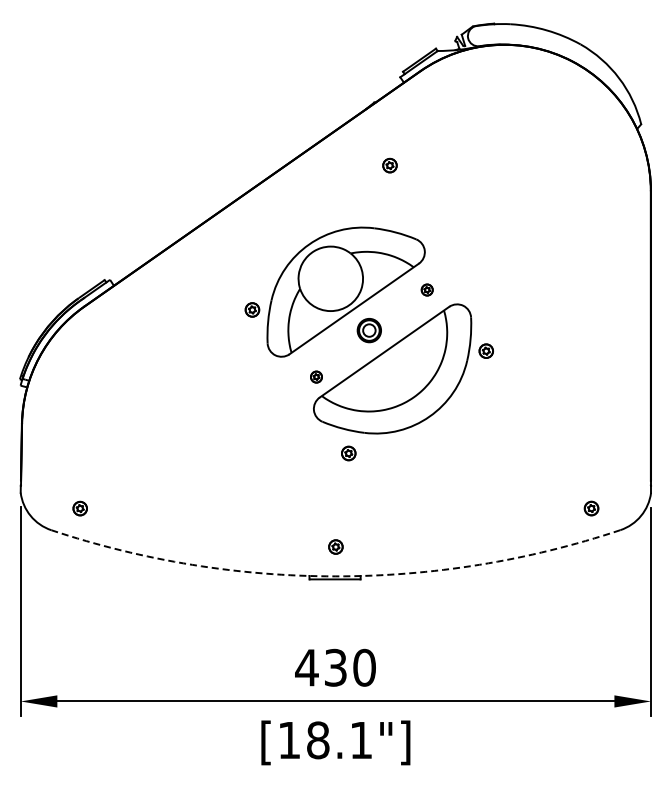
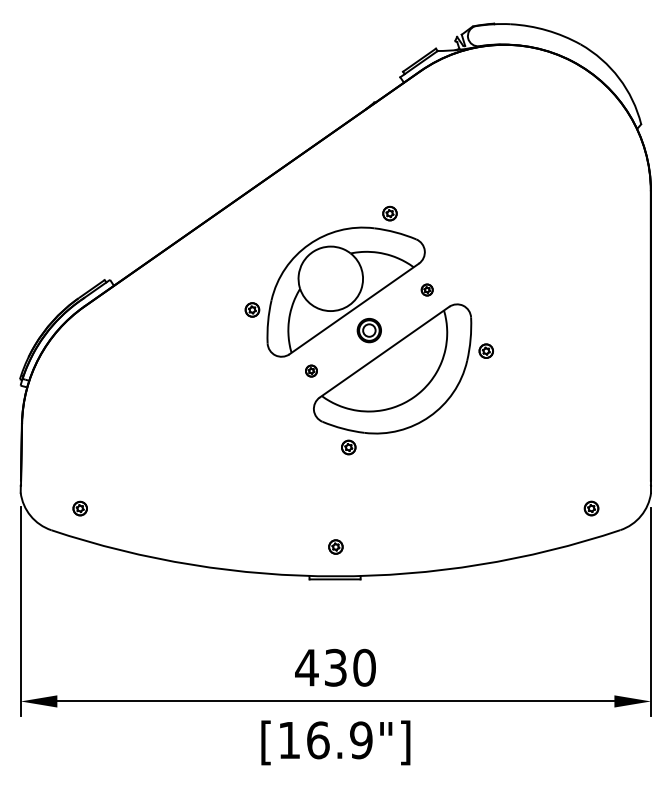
part at (389, 165) position: (389, 165) -> (389, 213)
part at (316, 376) position: (316, 376) -> (311, 370)
part at (348, 453) position: (348, 453) -> (348, 447)
arc at (335, 576): dashed -> solid
text at (339, 740): [18.1"] -> [16.9"]
